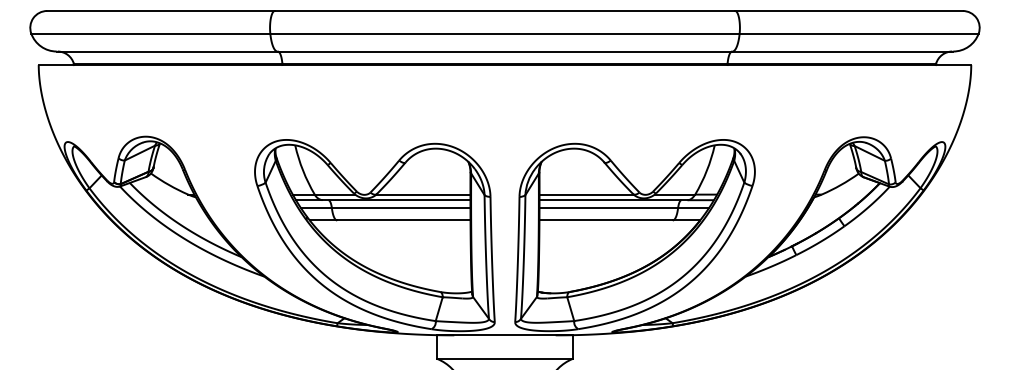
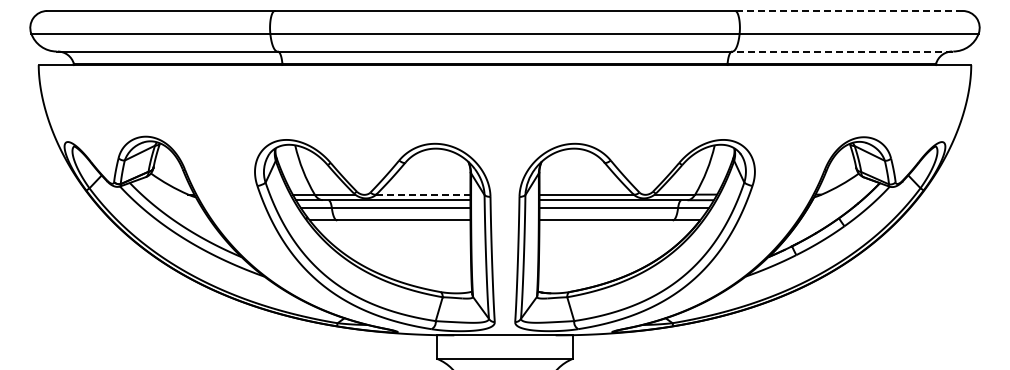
line at (848, 10): solid -> dashed
line at (842, 51): solid -> dashed
line at (423, 194): solid -> dashed
